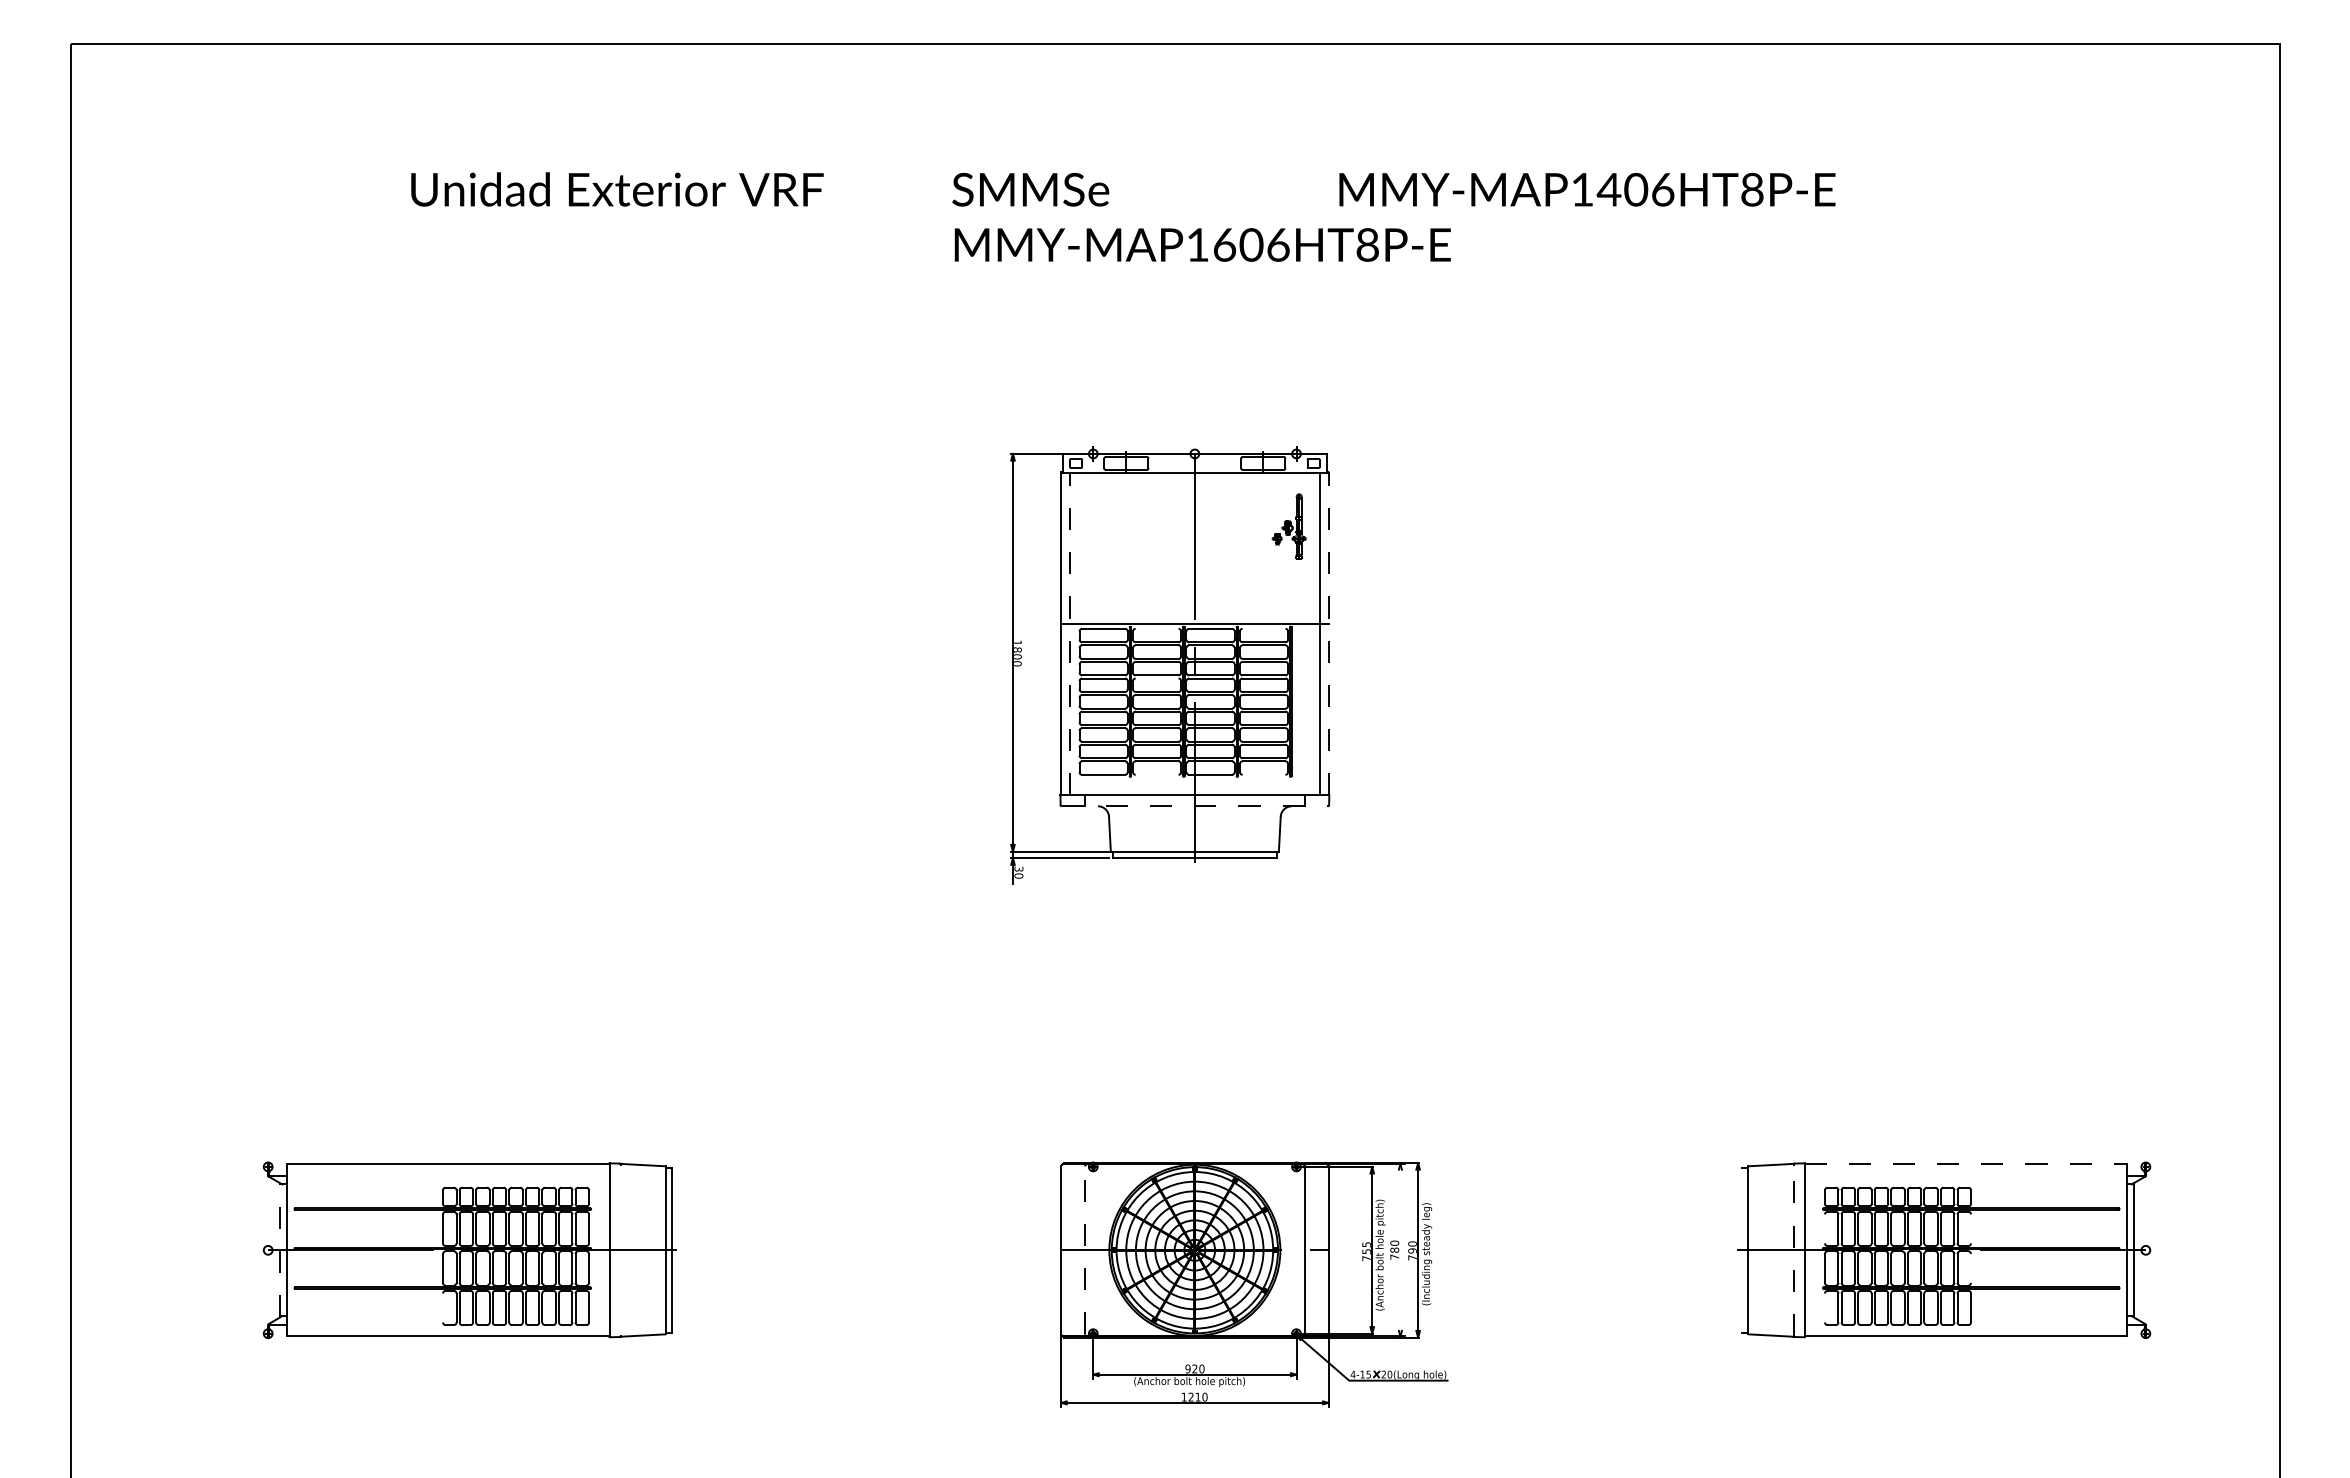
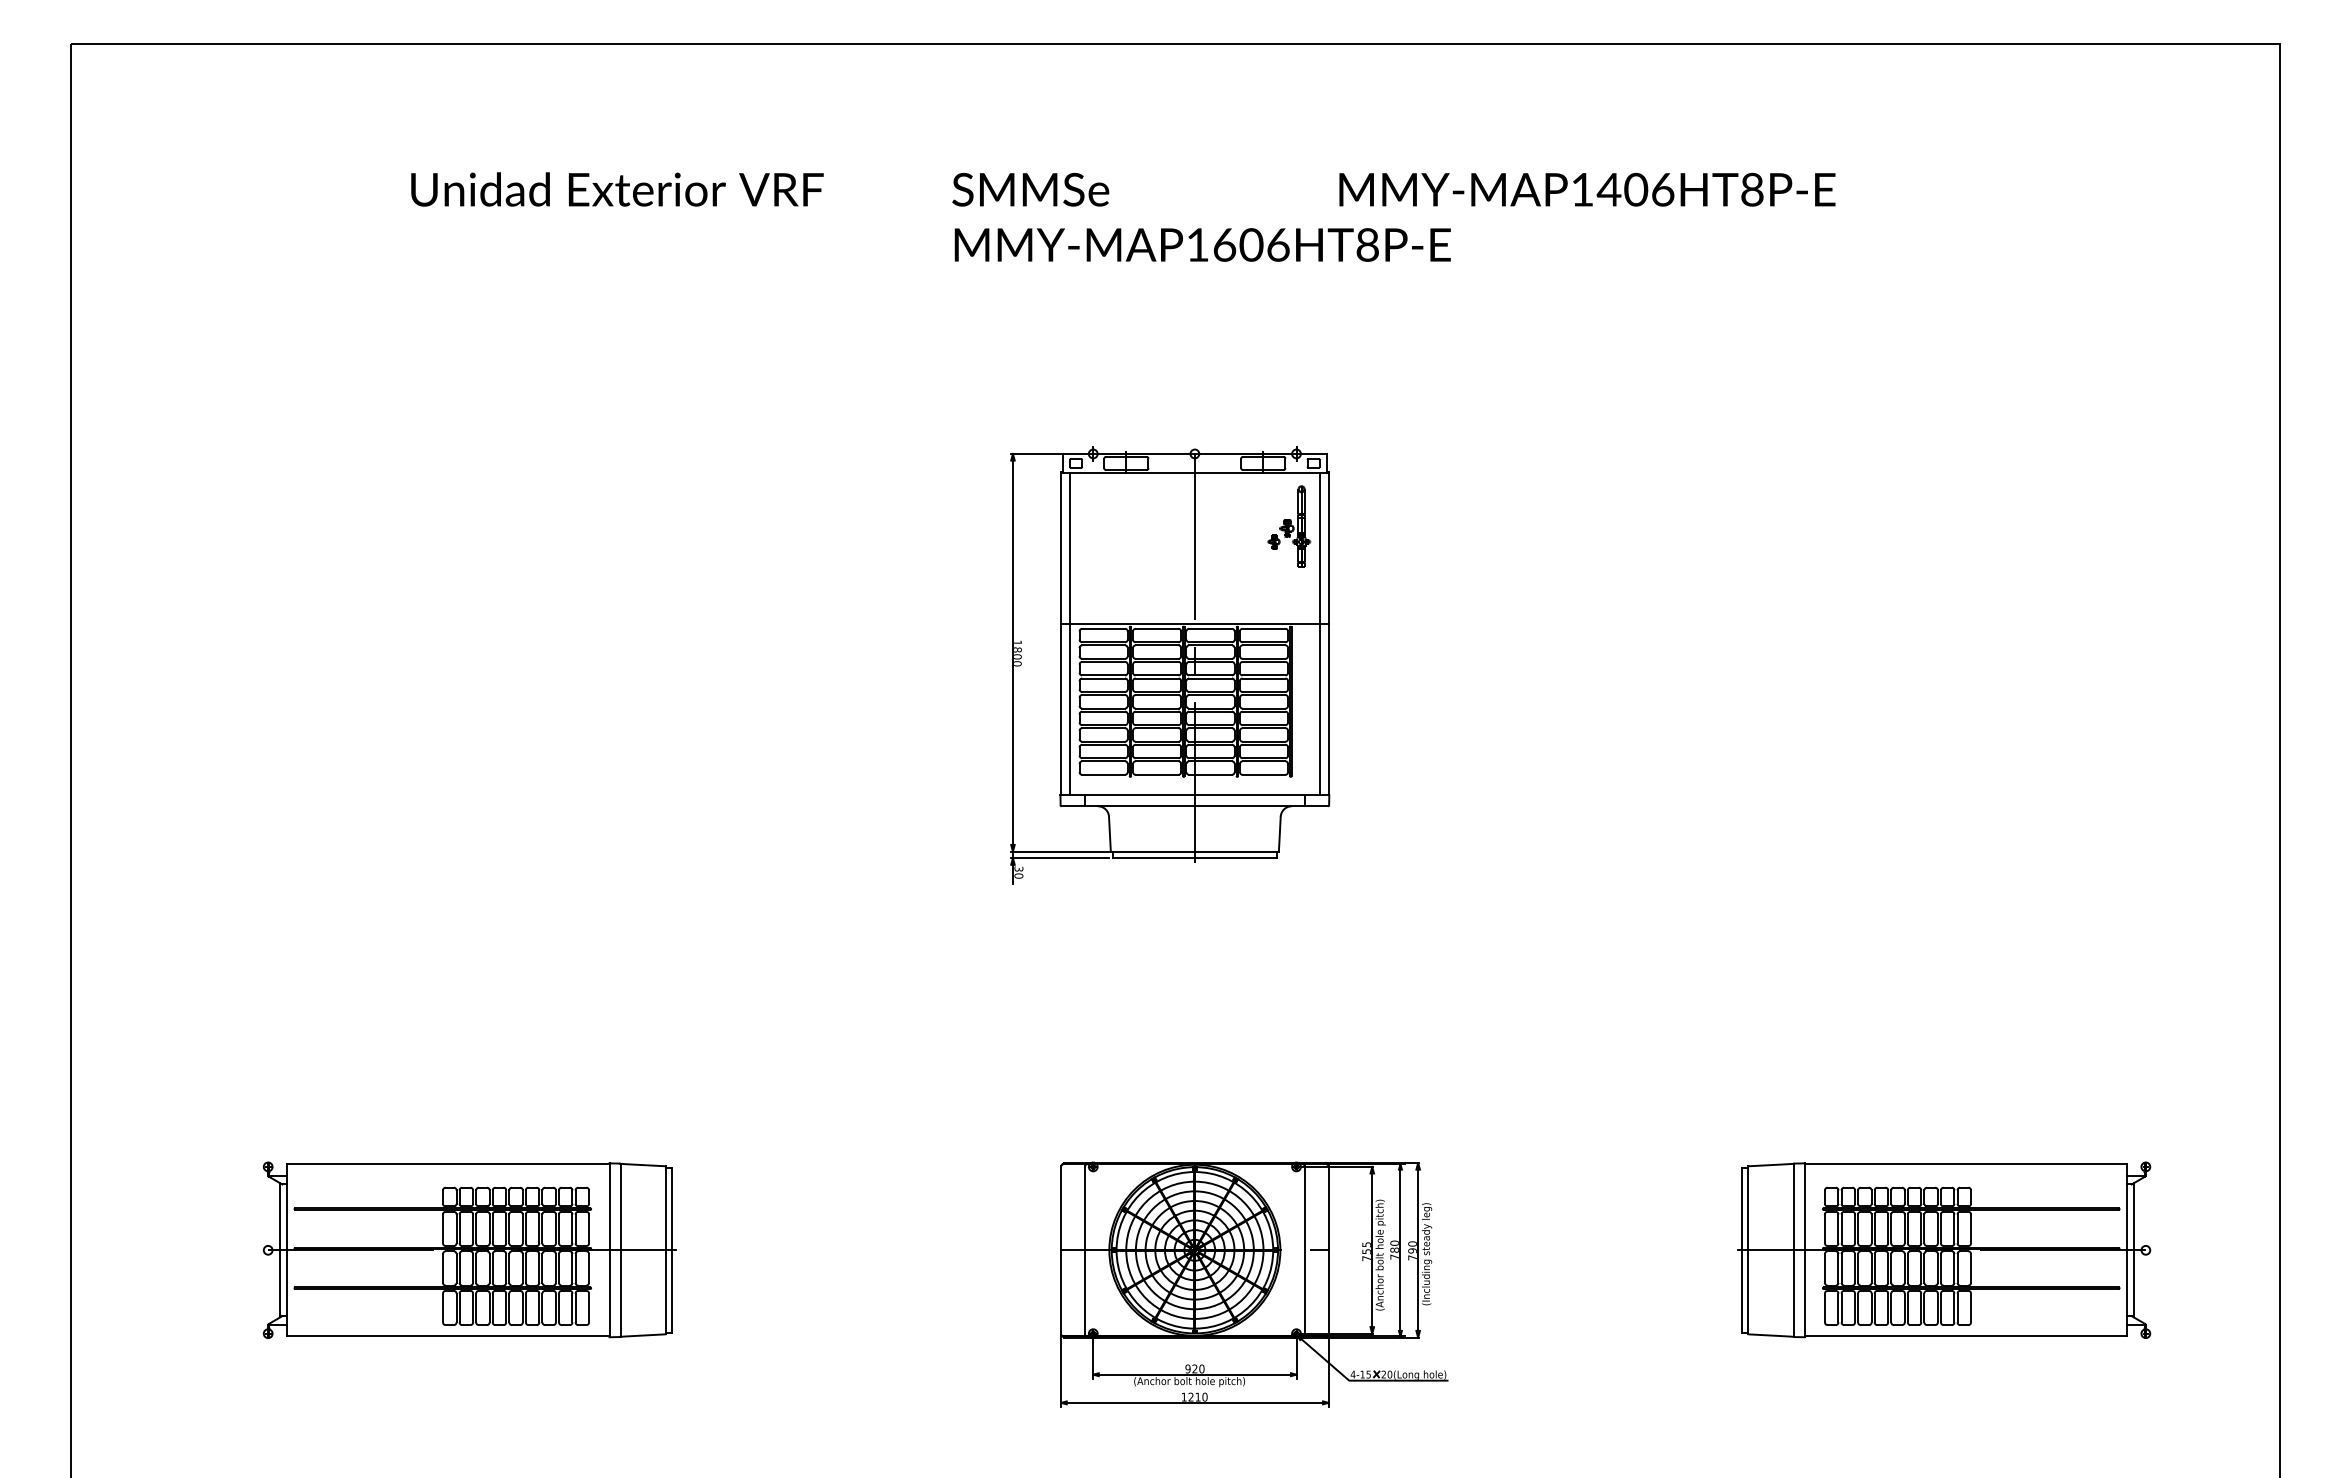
part at (1288, 526) size: 36x67 px -> 45x83 px
line at (1156, 628): none -> present
line at (1263, 628): none -> present
line at (1070, 633): dashed -> solid
line at (1328, 633): dashed -> solid
line at (1156, 678): none -> present
line at (1156, 774): none -> present
line at (1263, 774): none -> present
line at (1195, 806): dashed -> solid
line at (1966, 1164): dashed -> solid
line at (1825, 1228): none -> present
line at (1971, 1228): none -> present
line at (620, 1249): none -> present
line at (280, 1250): dashed -> solid
line at (1085, 1250): dashed -> solid
line at (1400, 1250): none -> present
line at (1741, 1250): none -> present
line at (1793, 1250): dashed -> solid
line at (1971, 1267): none -> present
line at (443, 1307): none -> present
line at (1825, 1307): none -> present
